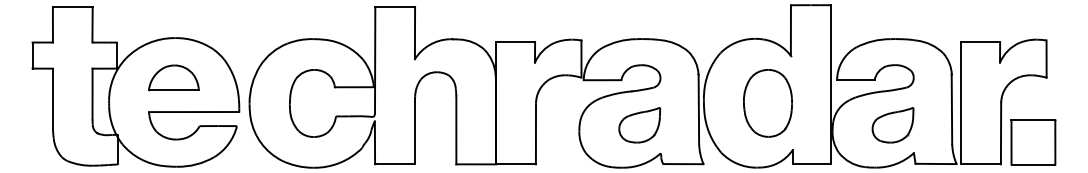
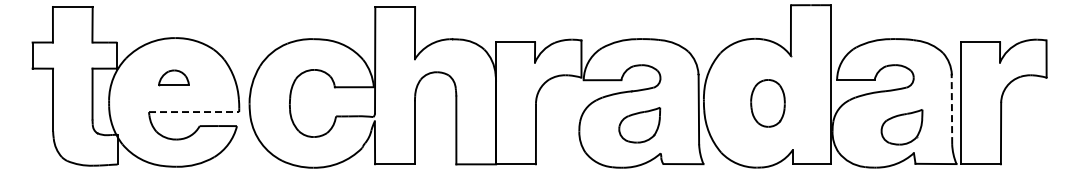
part at (173, 77) size: 52x28 px -> 32x18 px
part at (767, 103) size: 50x69 px -> 36x49 px
line at (951, 109): solid -> dashed
line at (194, 112): solid -> dashed
part at (892, 125) position: (892, 125) -> (901, 127)
part at (1033, 142): present -> none
